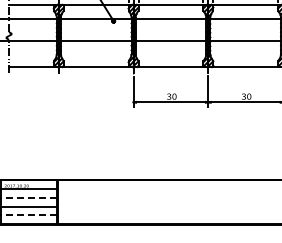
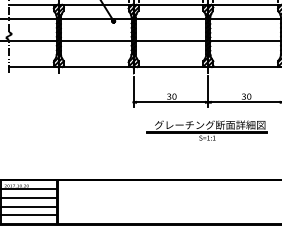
part at (206, 130): none -> present
line at (28, 197): dashed -> solid
line at (28, 215): dashed -> solid
